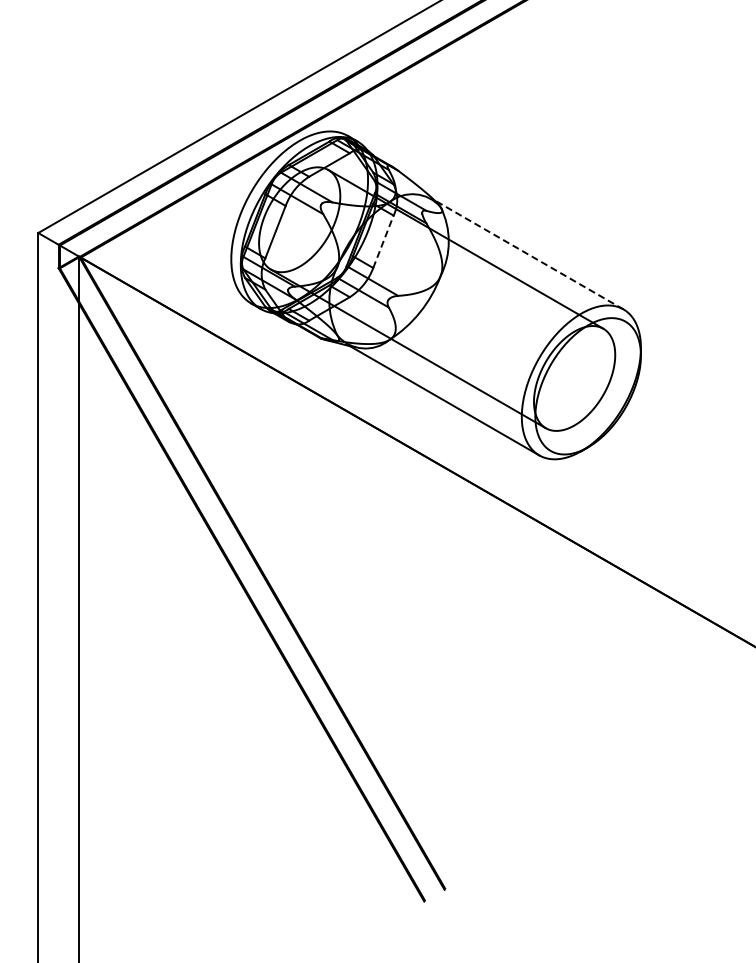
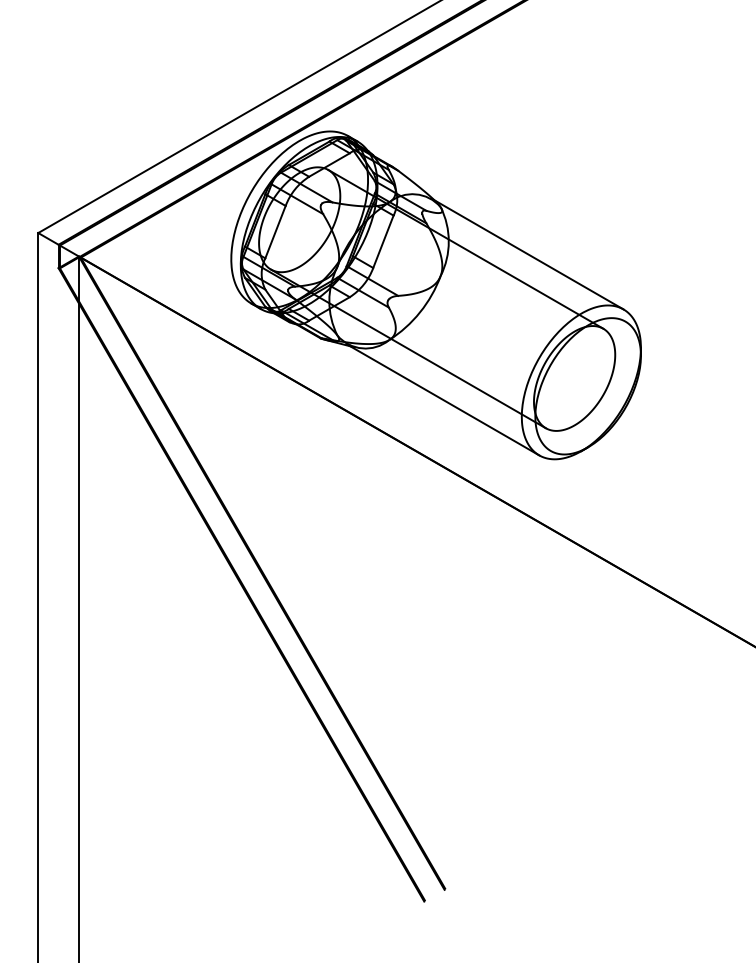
line at (383, 241): dashed -> solid
line at (526, 253): dashed -> solid
